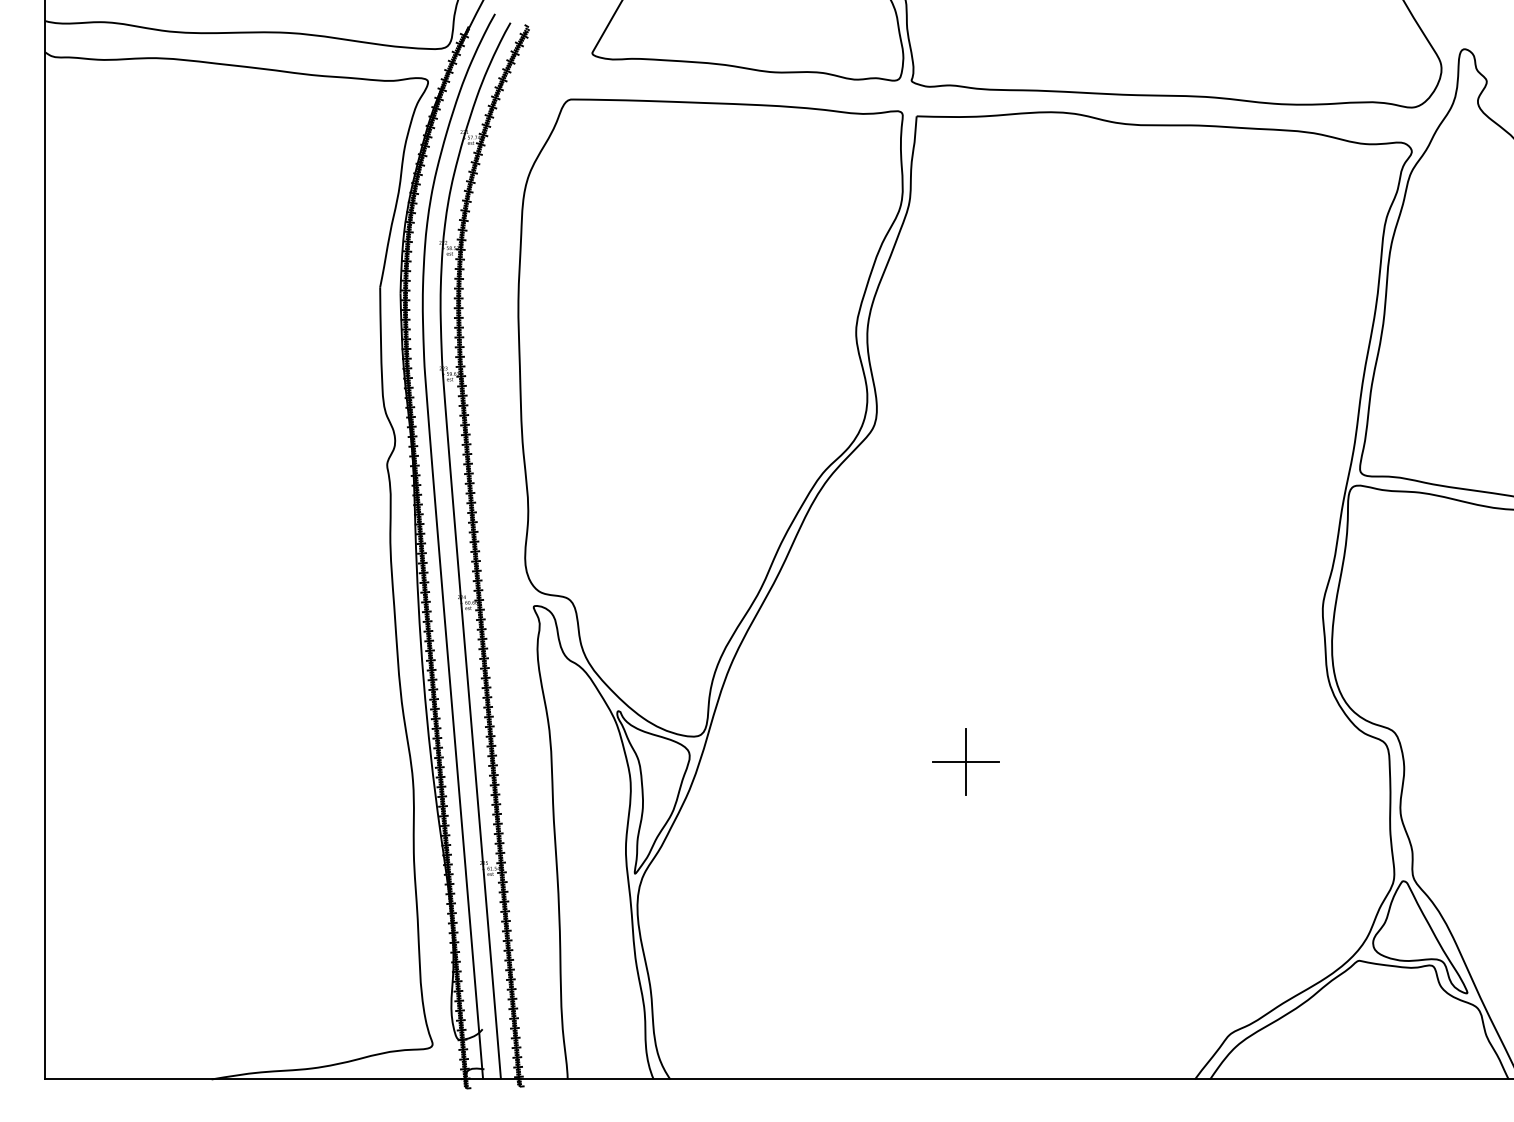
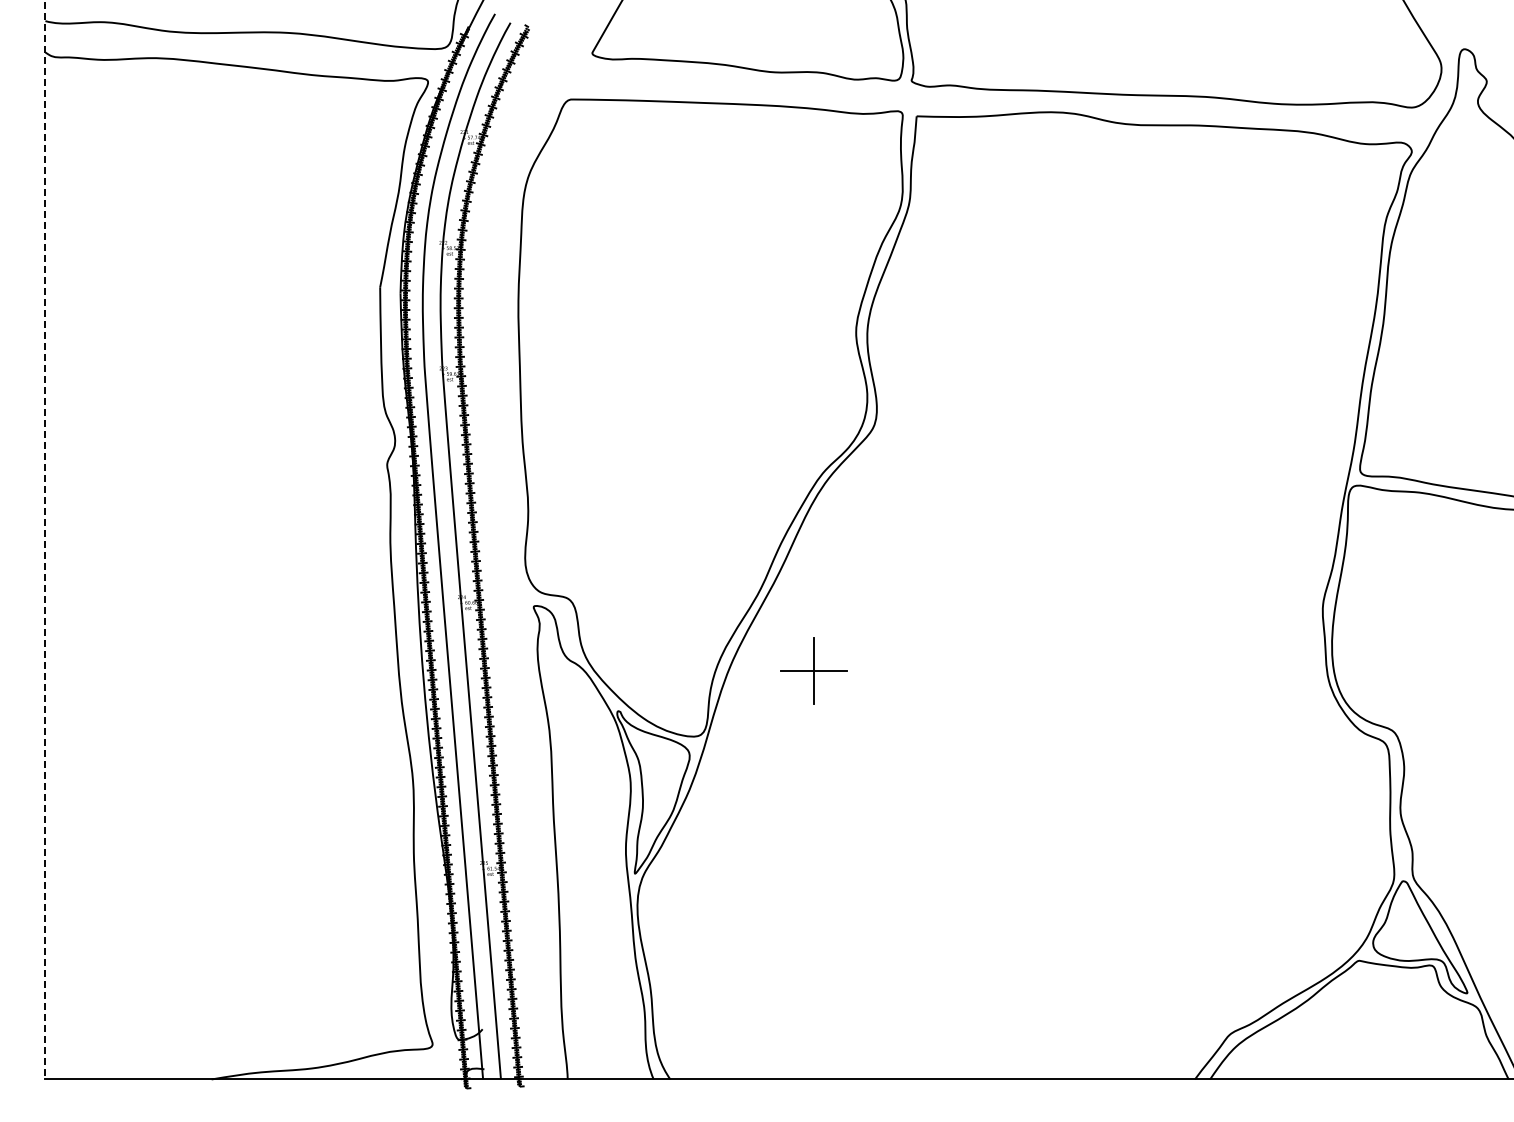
line at (45, 540): solid -> dashed
part at (965, 761) position: (965, 761) -> (813, 670)
